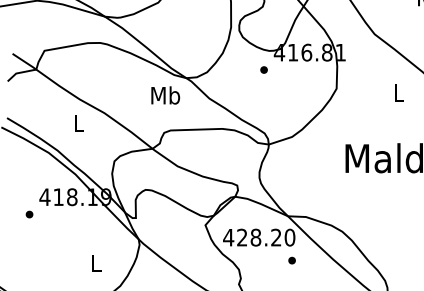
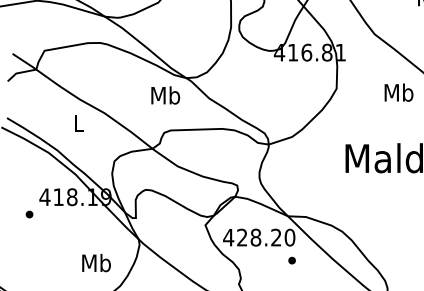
part at (263, 69): present -> none
text at (398, 92): L -> Mb
text at (96, 262): L -> Mb
